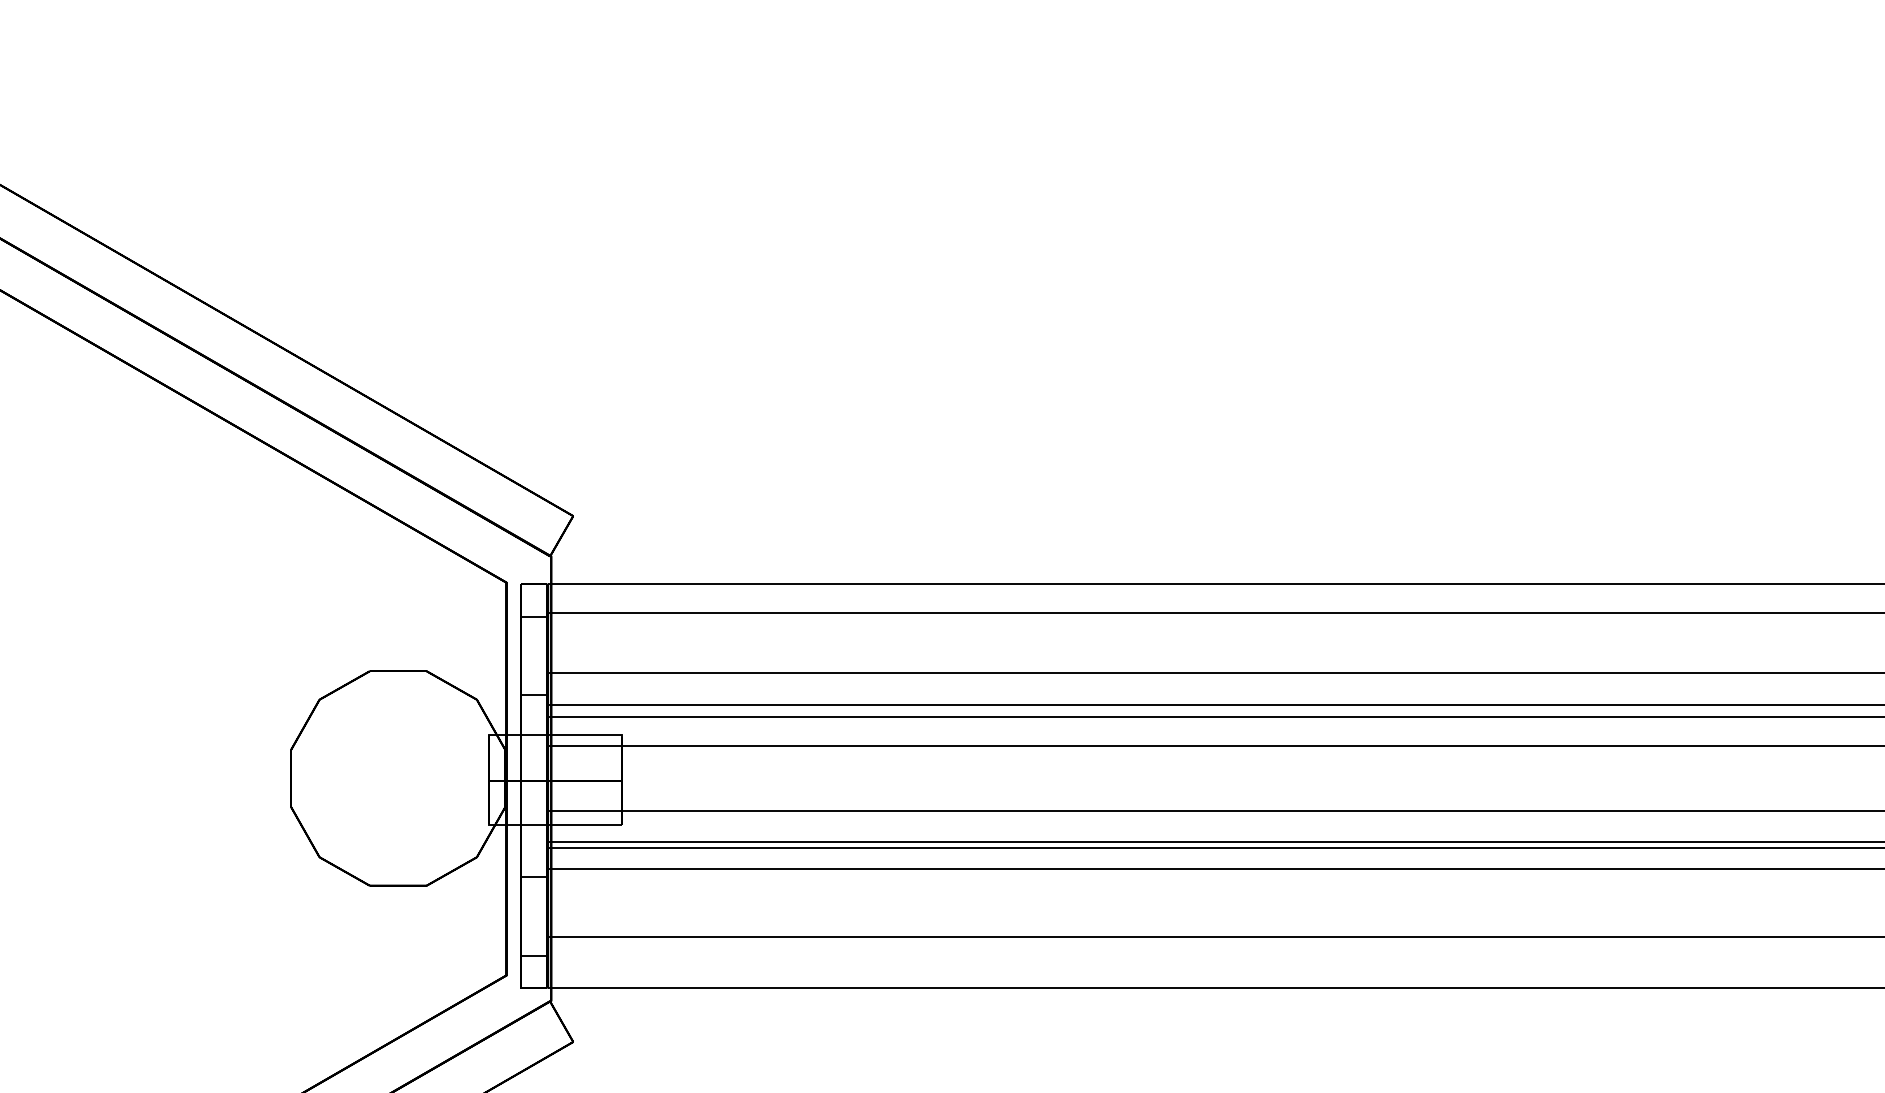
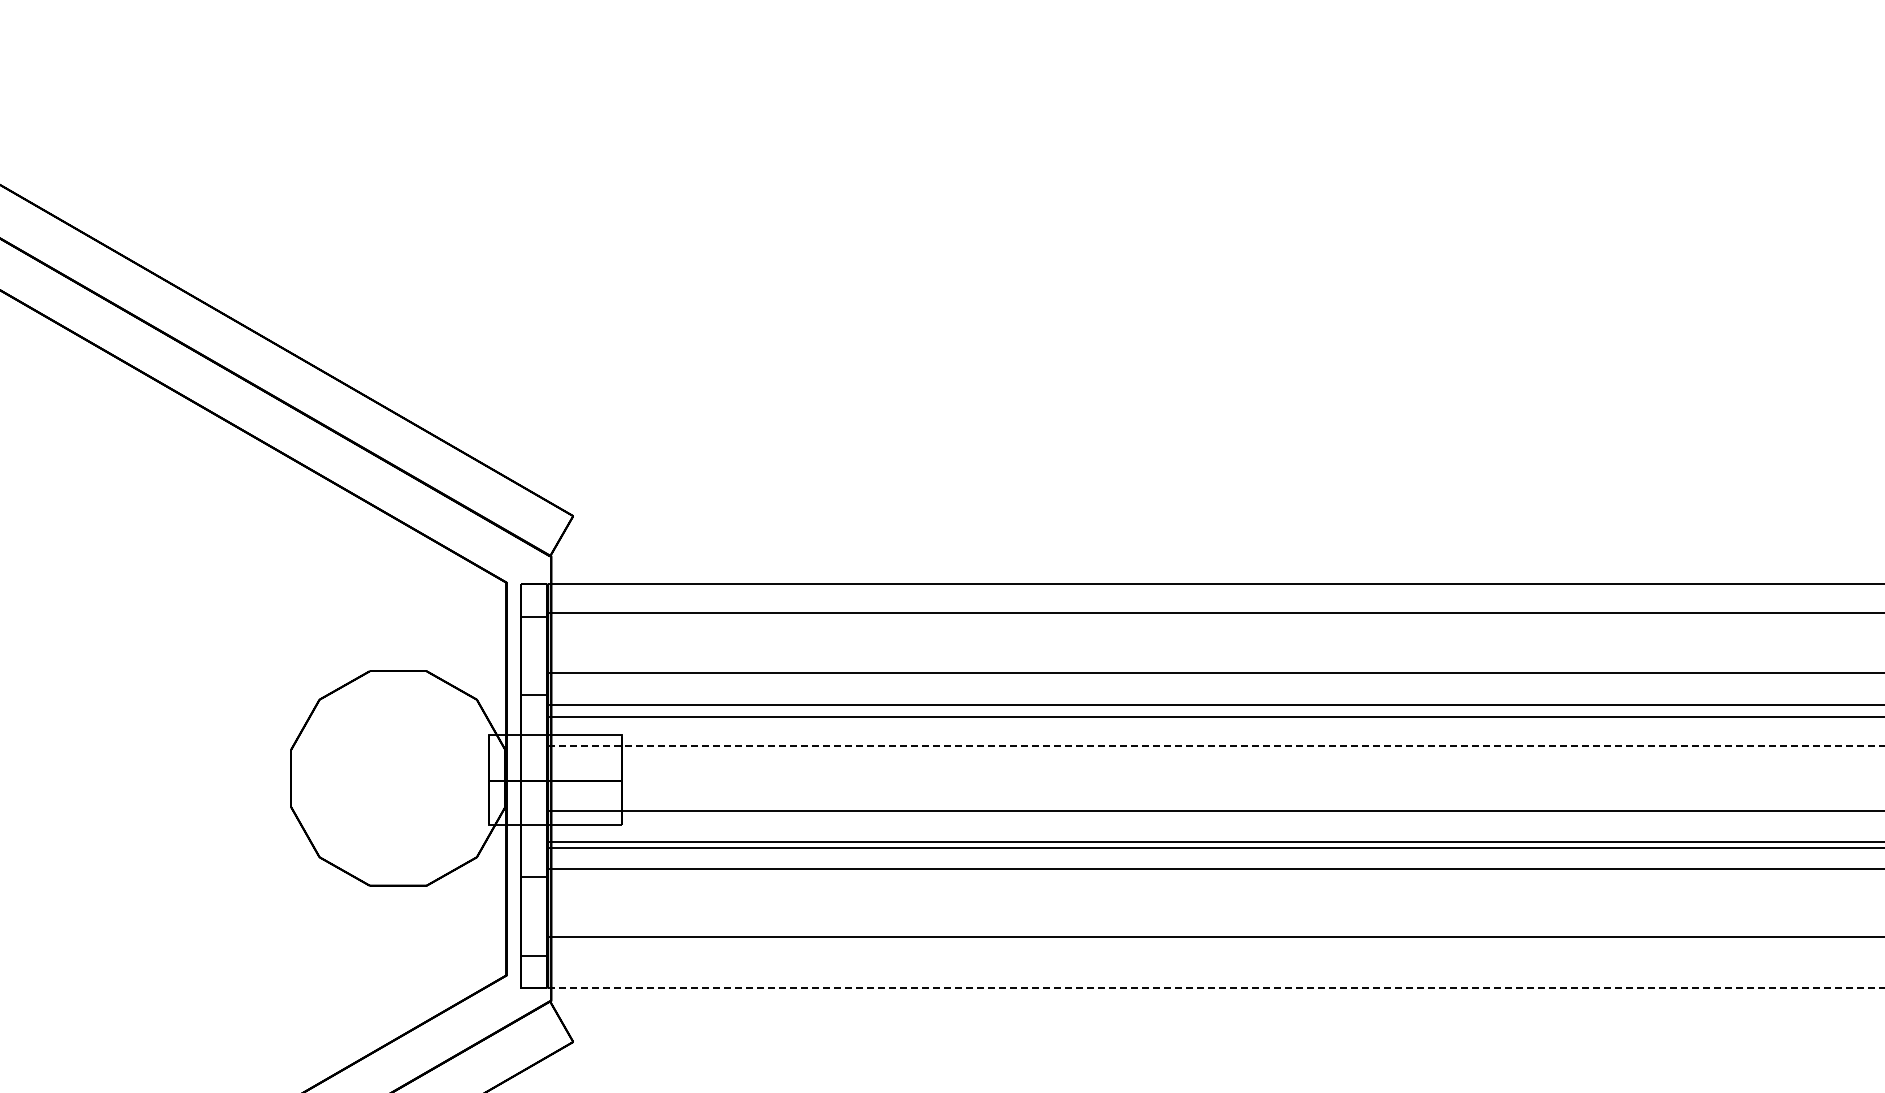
line at (1216, 745): solid -> dashed
line at (1216, 988): solid -> dashed
